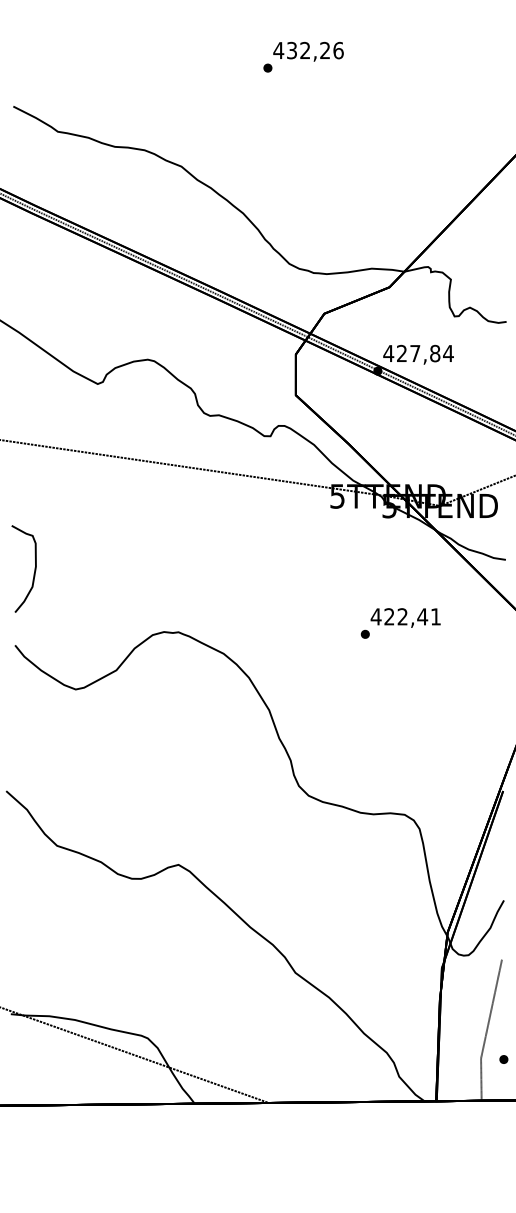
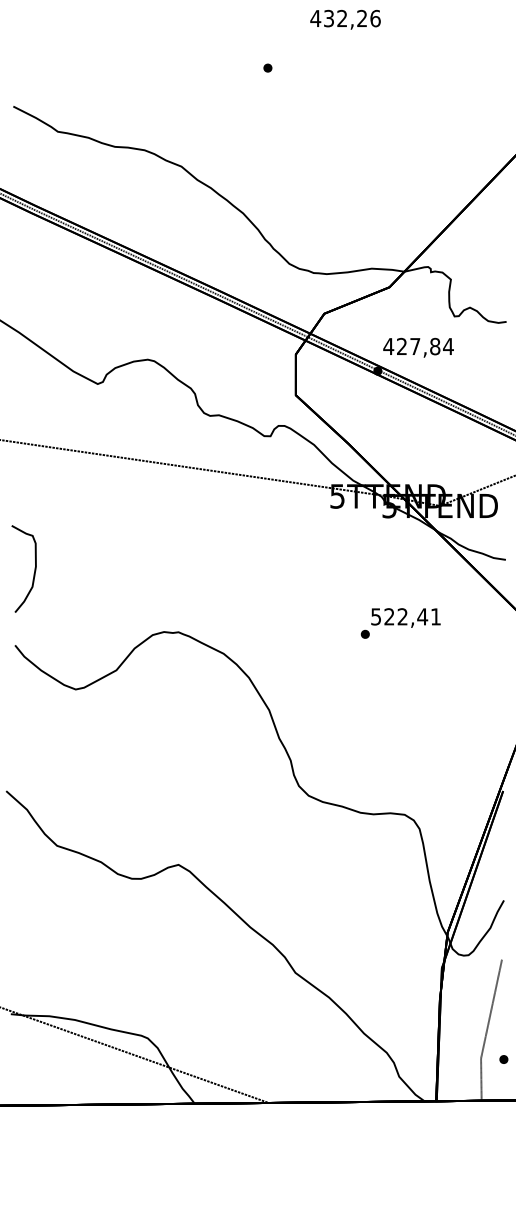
text at (308, 51) position: (308, 51) -> (345, 19)
text at (418, 354) position: (418, 354) -> (418, 347)
text at (375, 616): 422,41 -> 522,41
